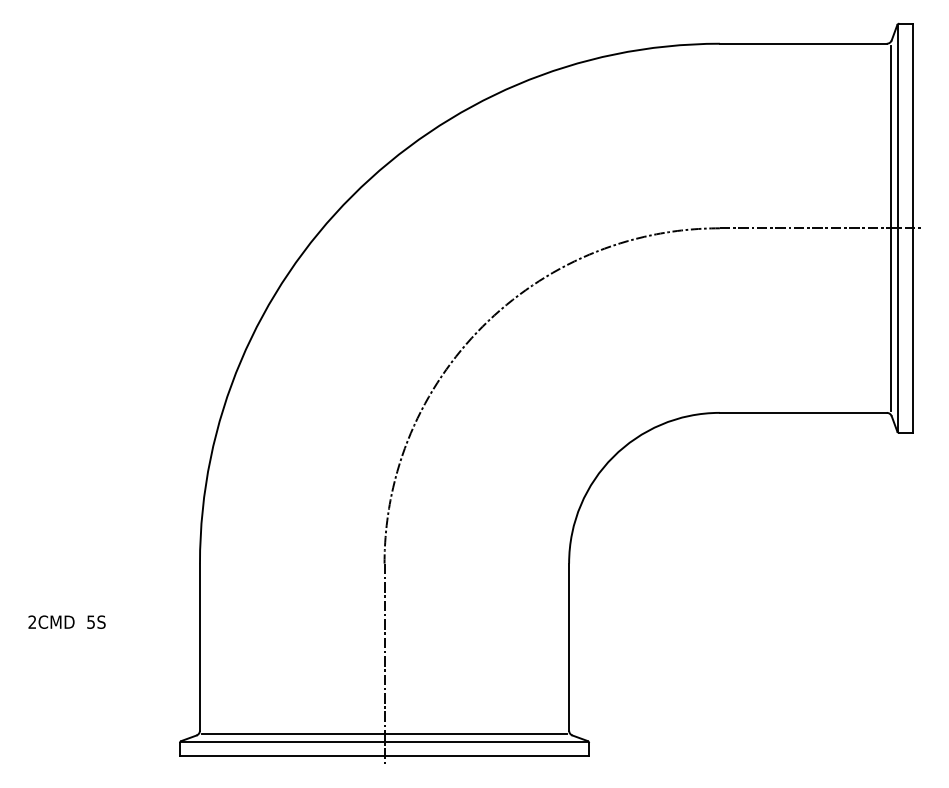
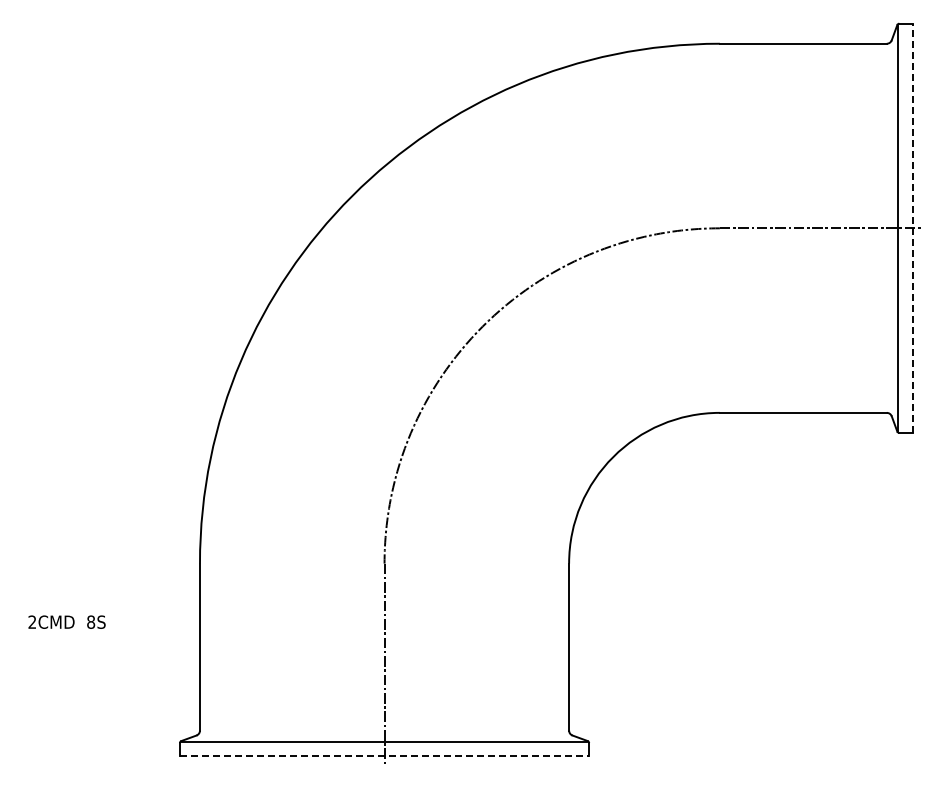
line at (890, 227): present -> none
line at (912, 228): solid -> dashed
text at (91, 621): 5S -> 8S
line at (384, 734): present -> none
line at (384, 756): solid -> dashed
